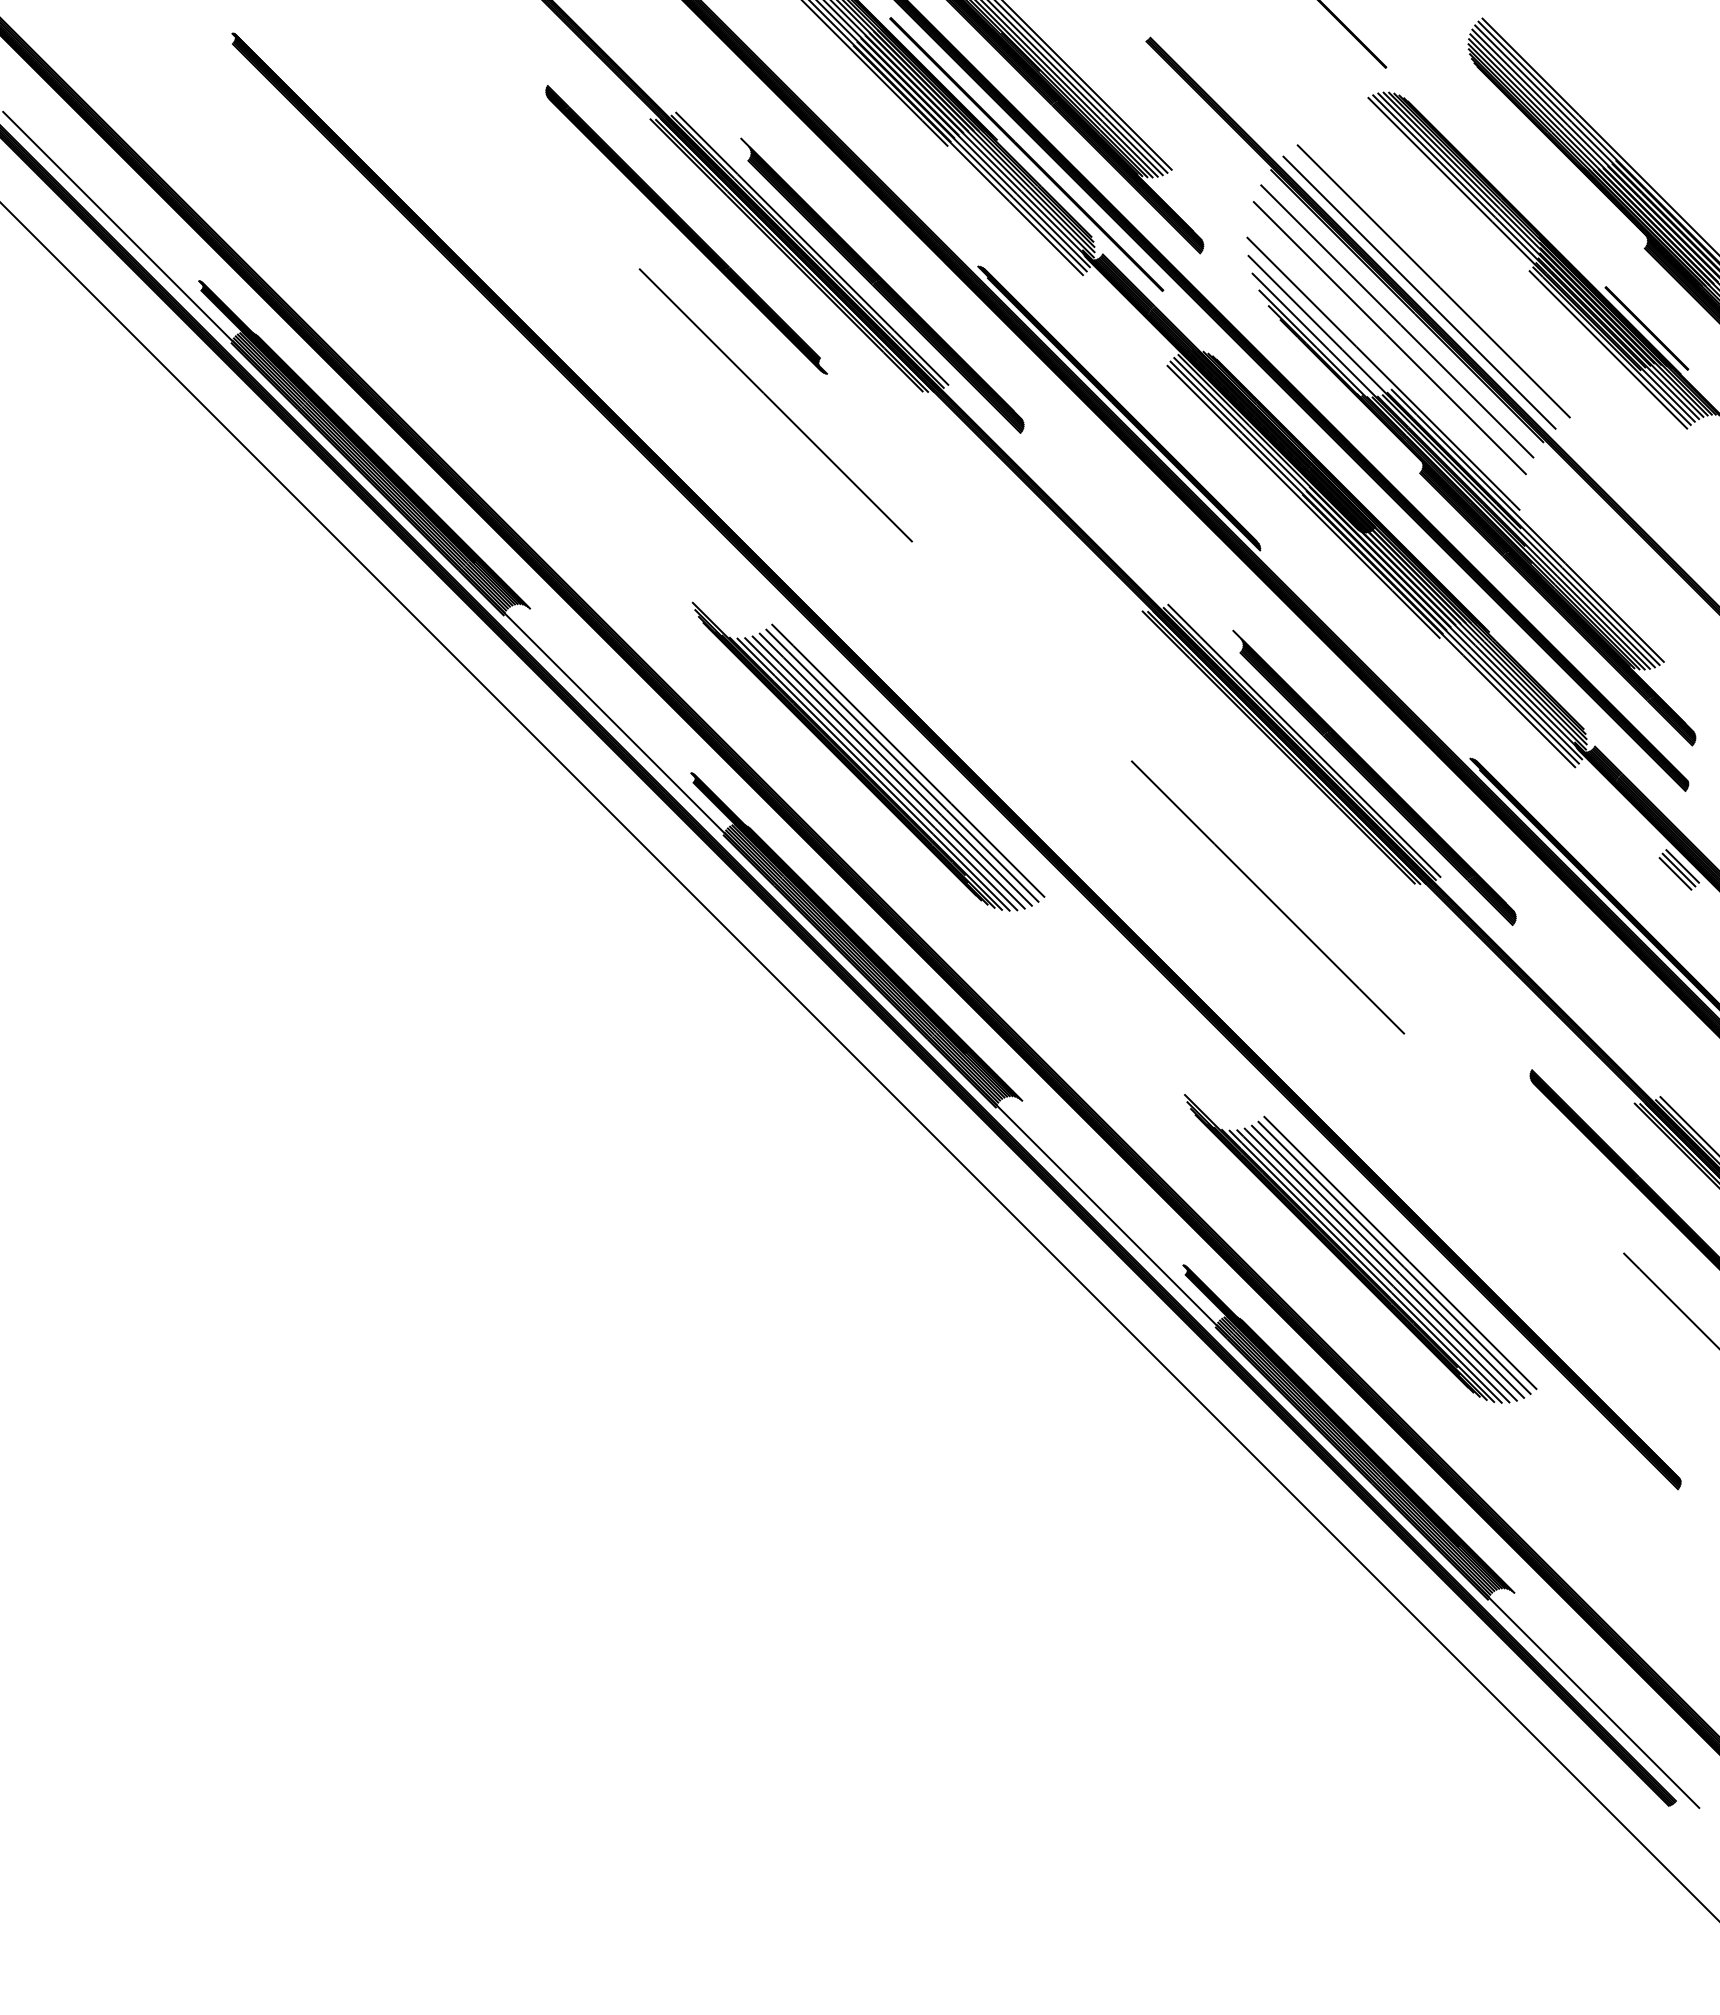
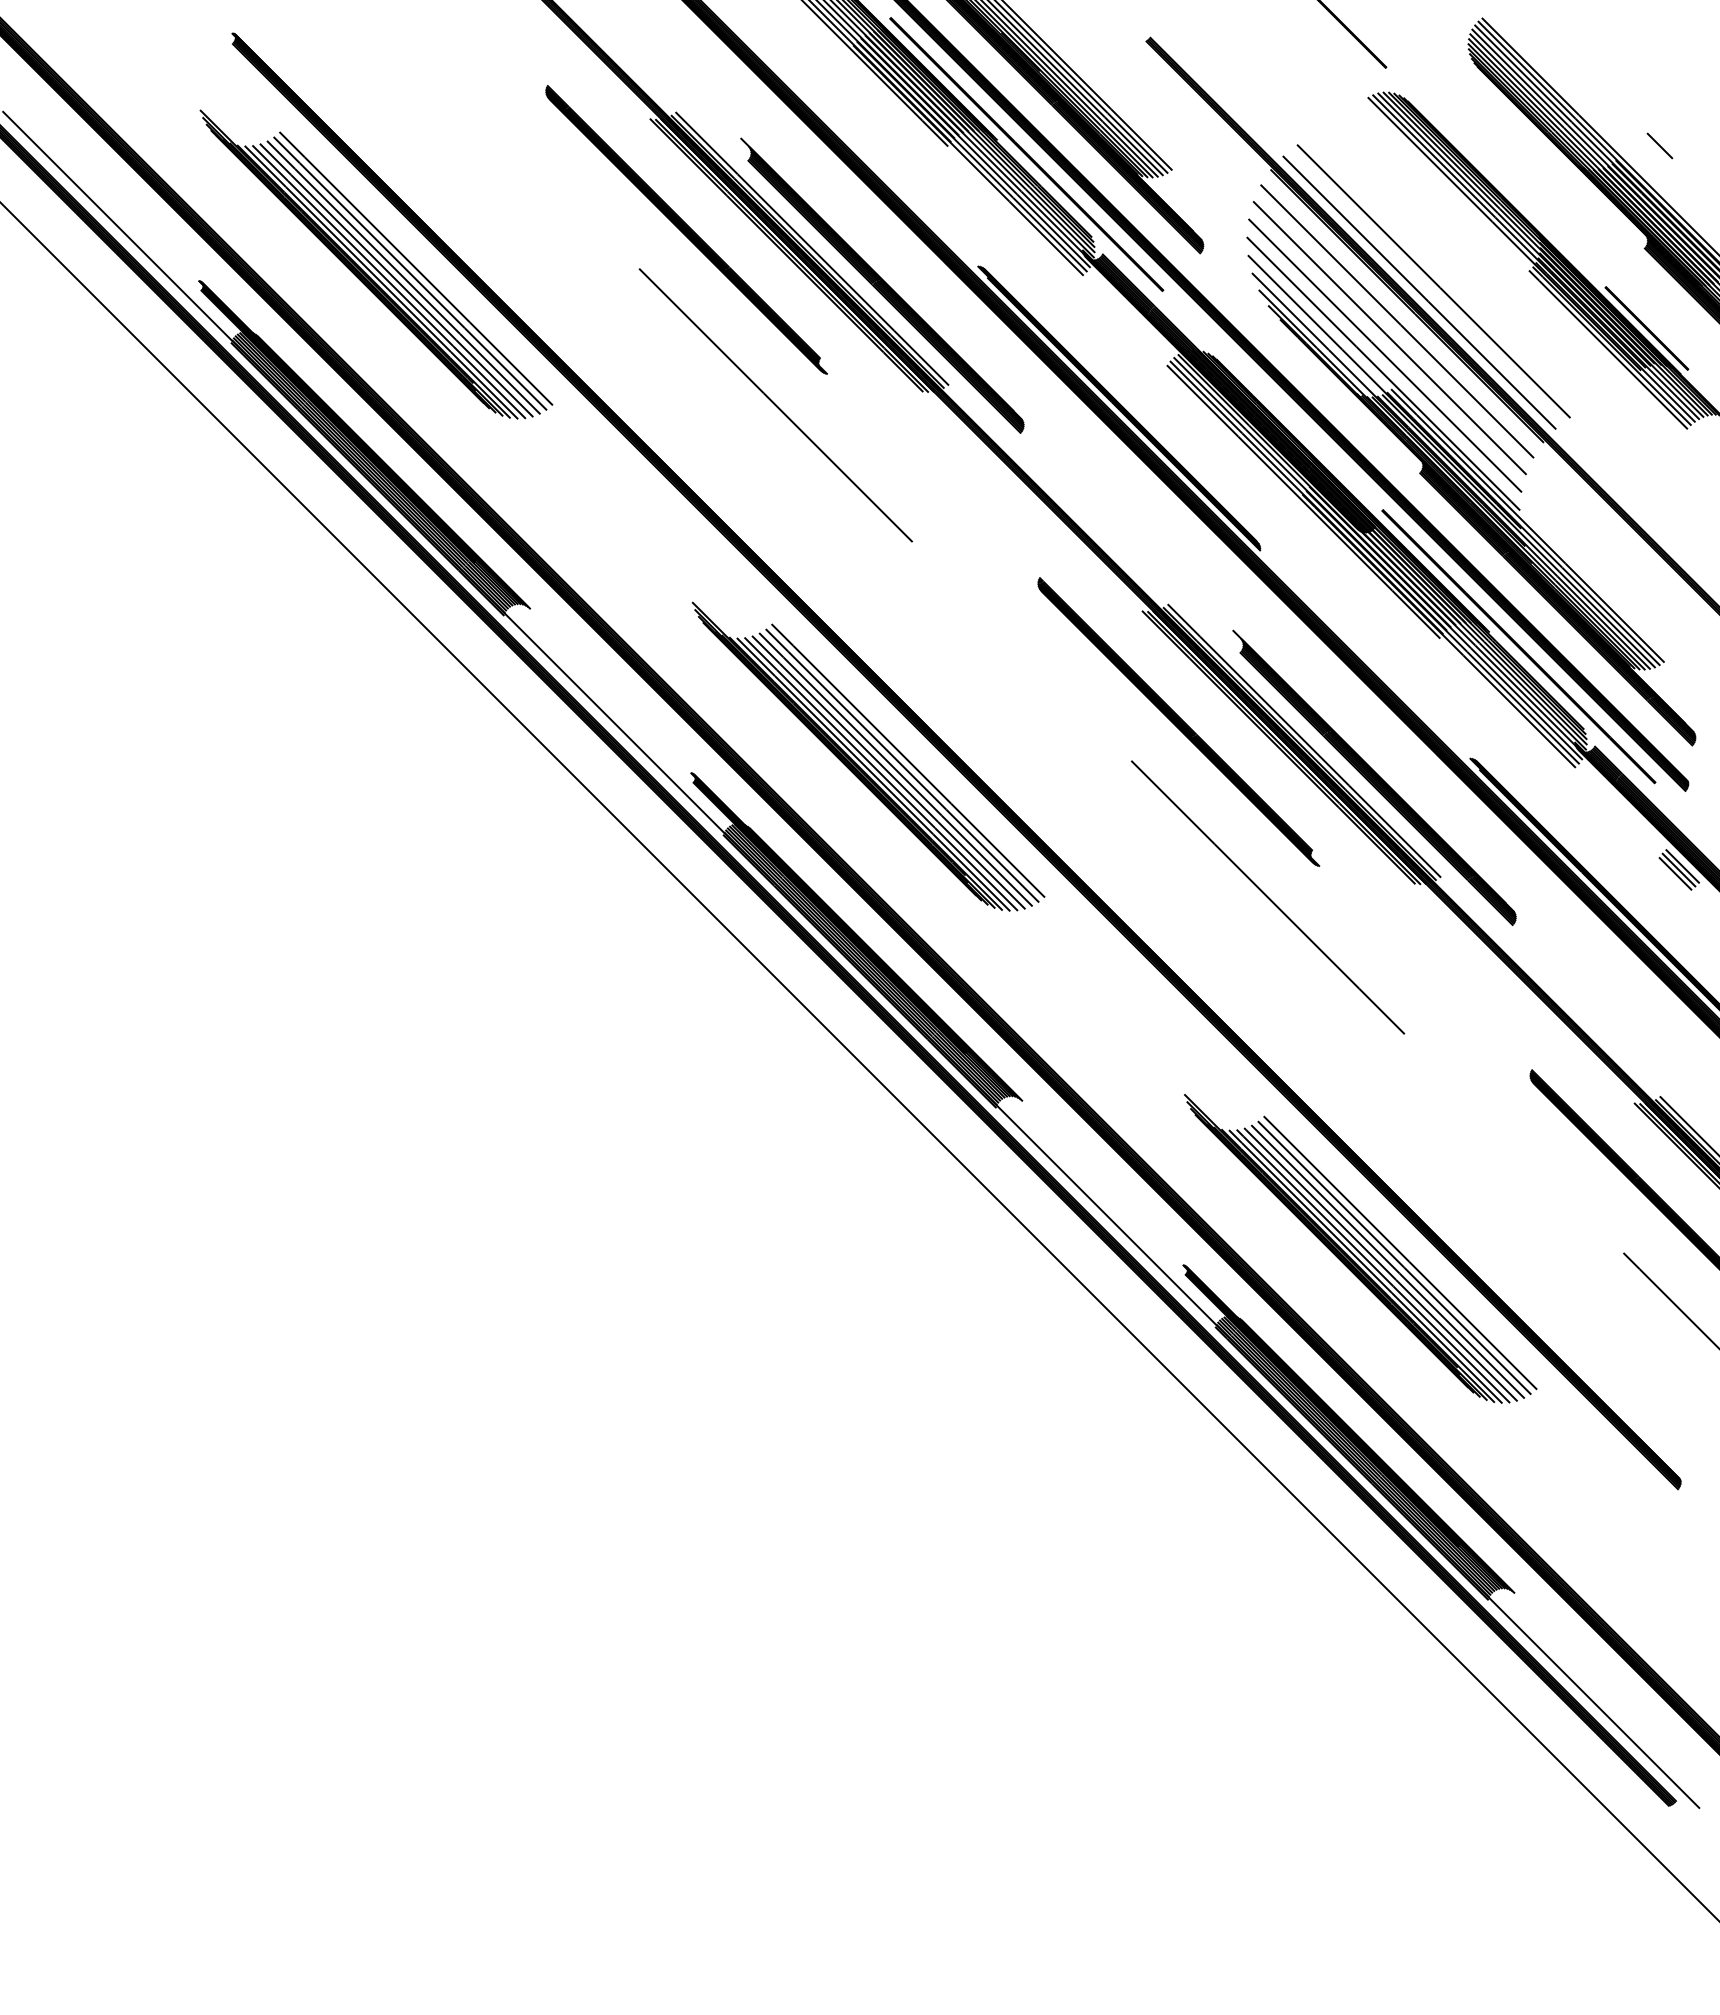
line at (1659, 145): none -> present
part at (376, 264): none -> present
line at (1385, 355): none -> present
line at (1518, 646): none -> present
part at (1178, 721): none -> present
